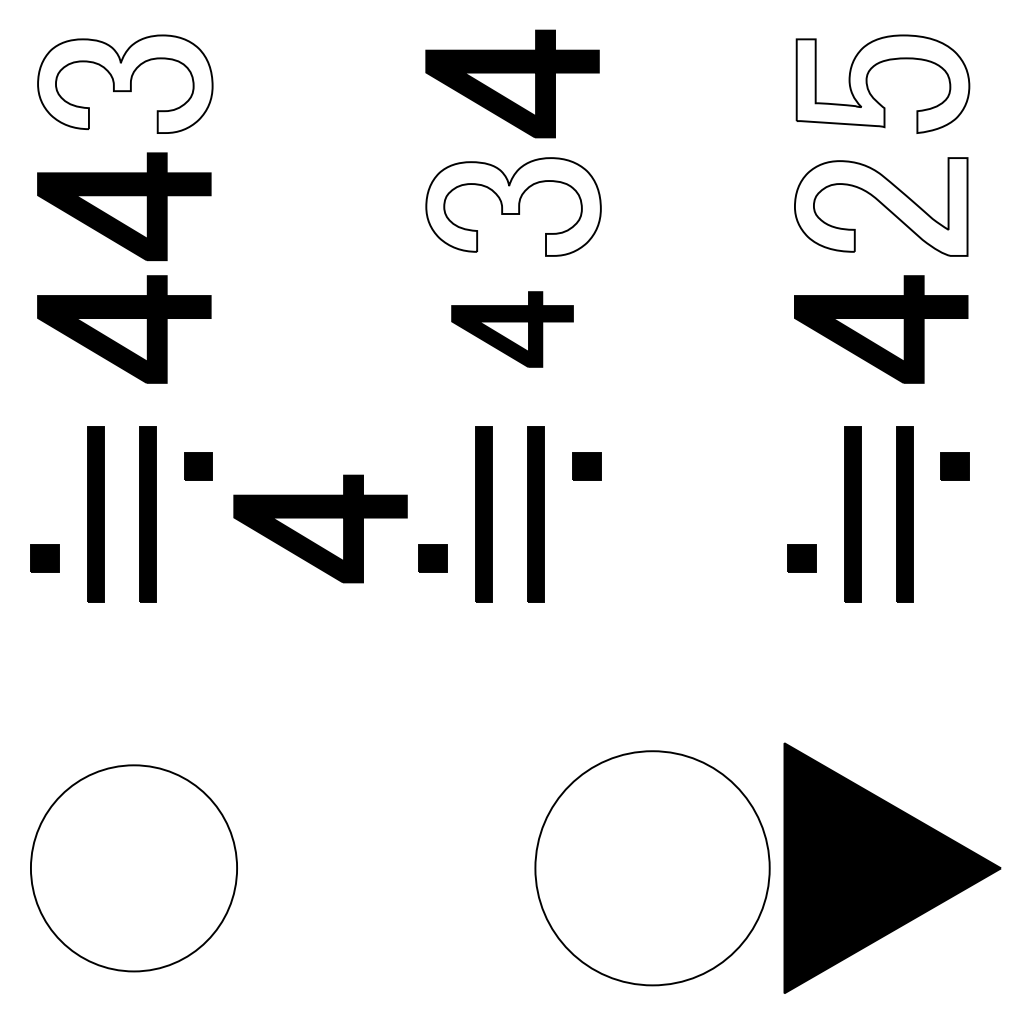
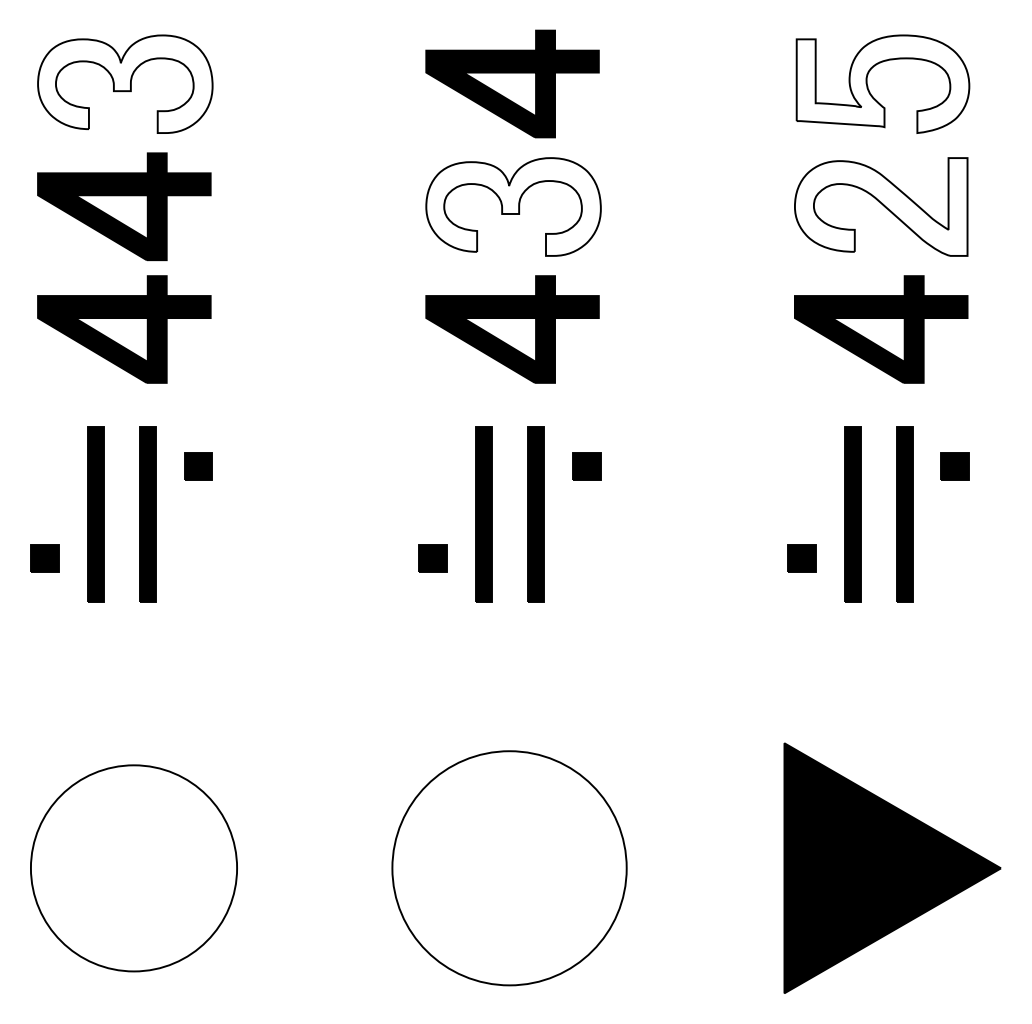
part at (512, 329) size: 123x77 px -> 175x109 px
part at (320, 528): present -> none
part at (652, 868) position: (652, 868) -> (509, 868)
